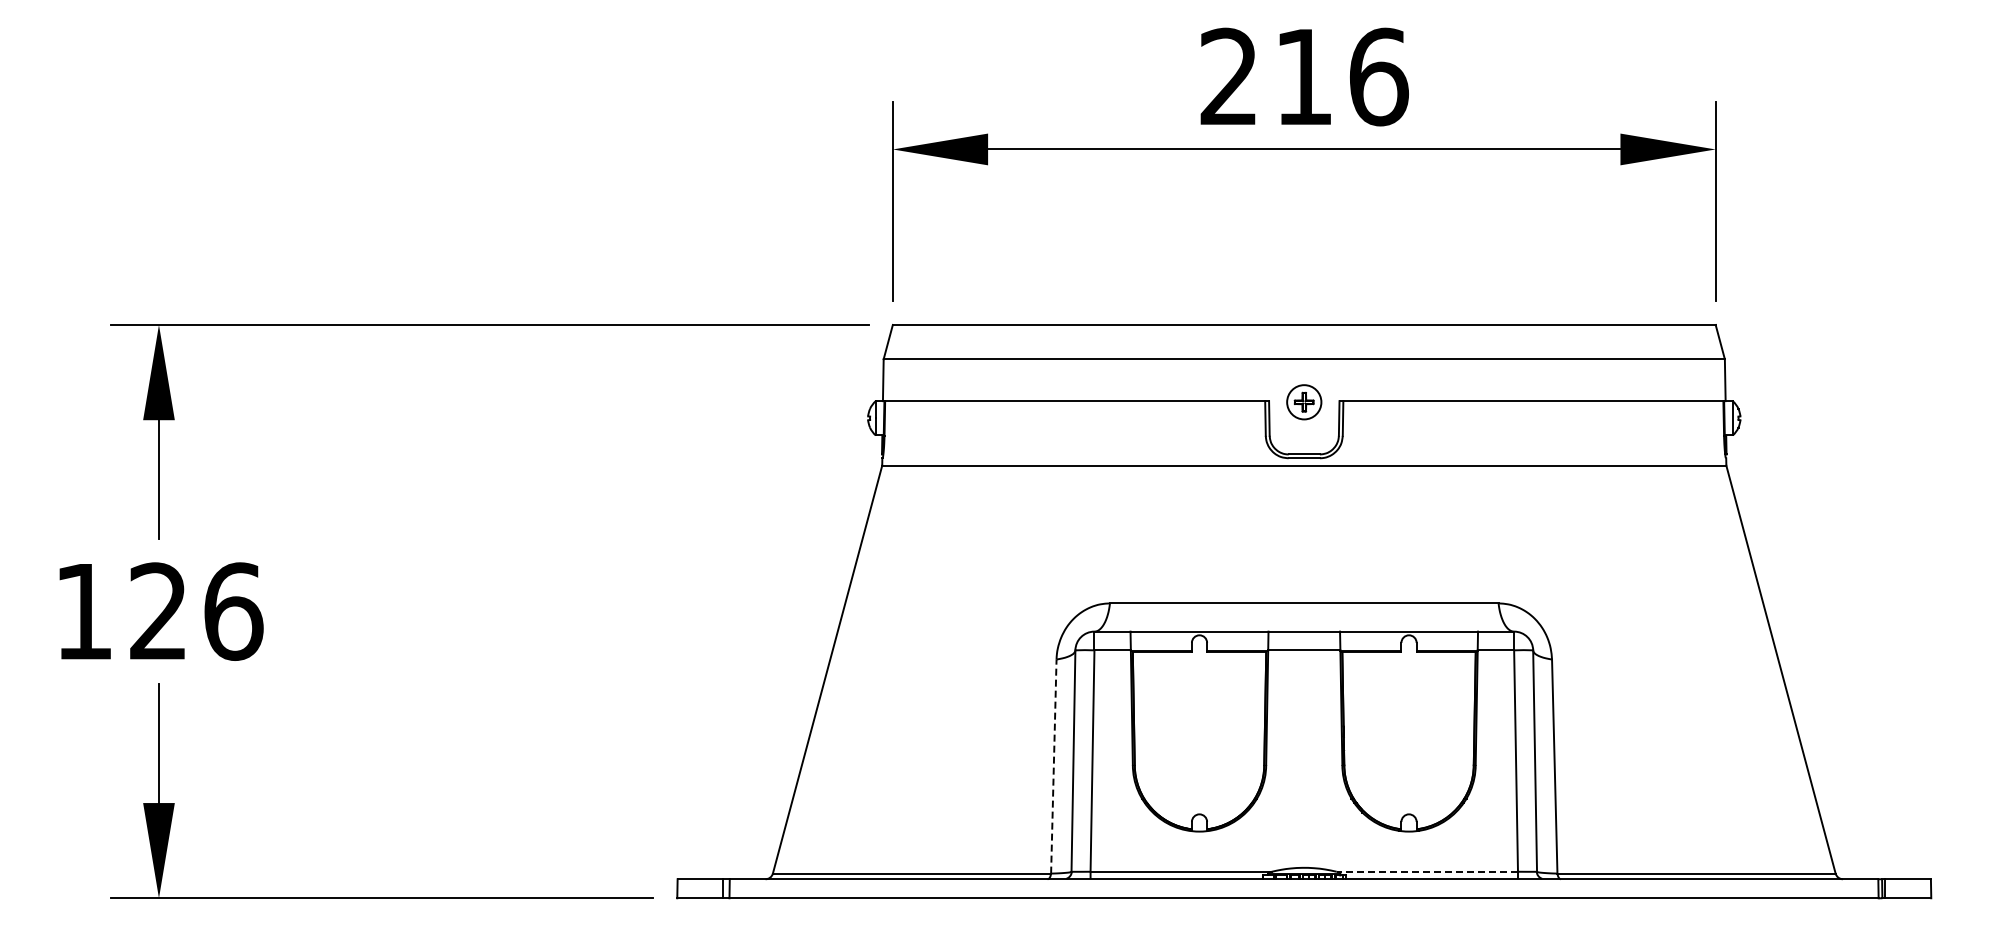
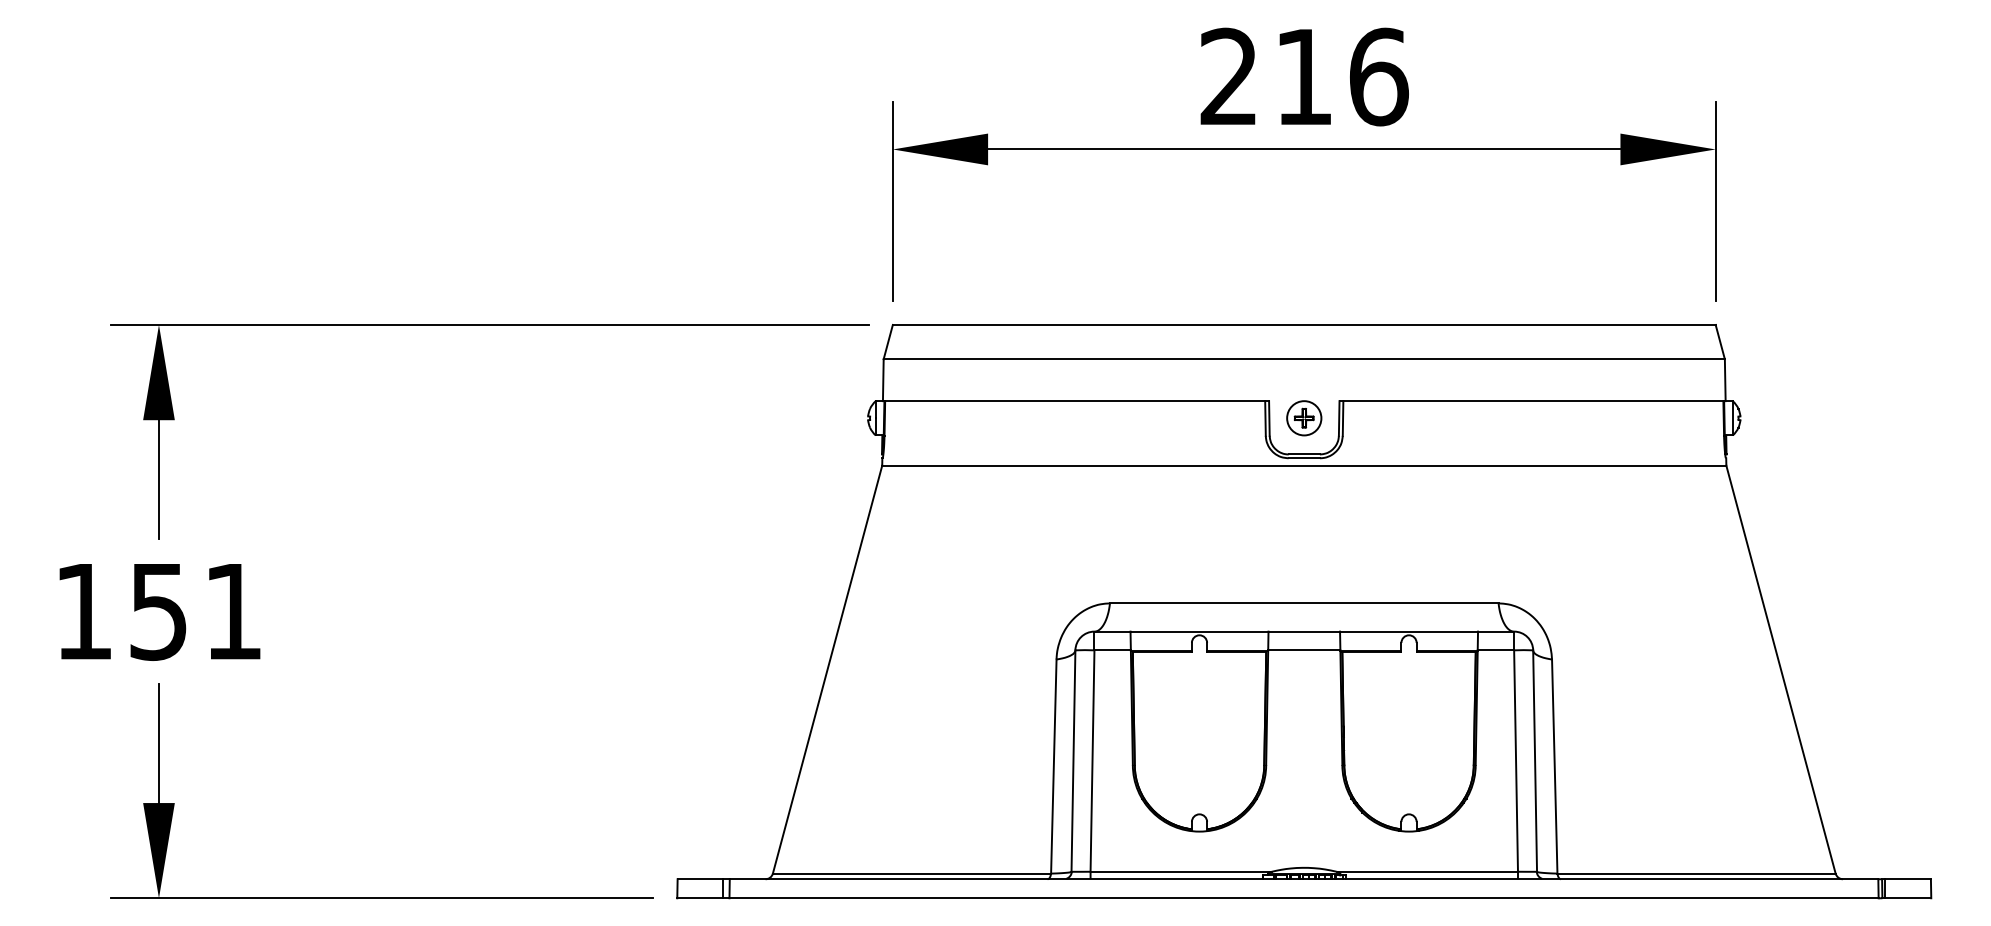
part at (1304, 402) position: (1304, 402) -> (1304, 418)
text at (196, 611): 126 -> 151
line at (1053, 766): dashed -> solid
line at (1427, 871): dashed -> solid
